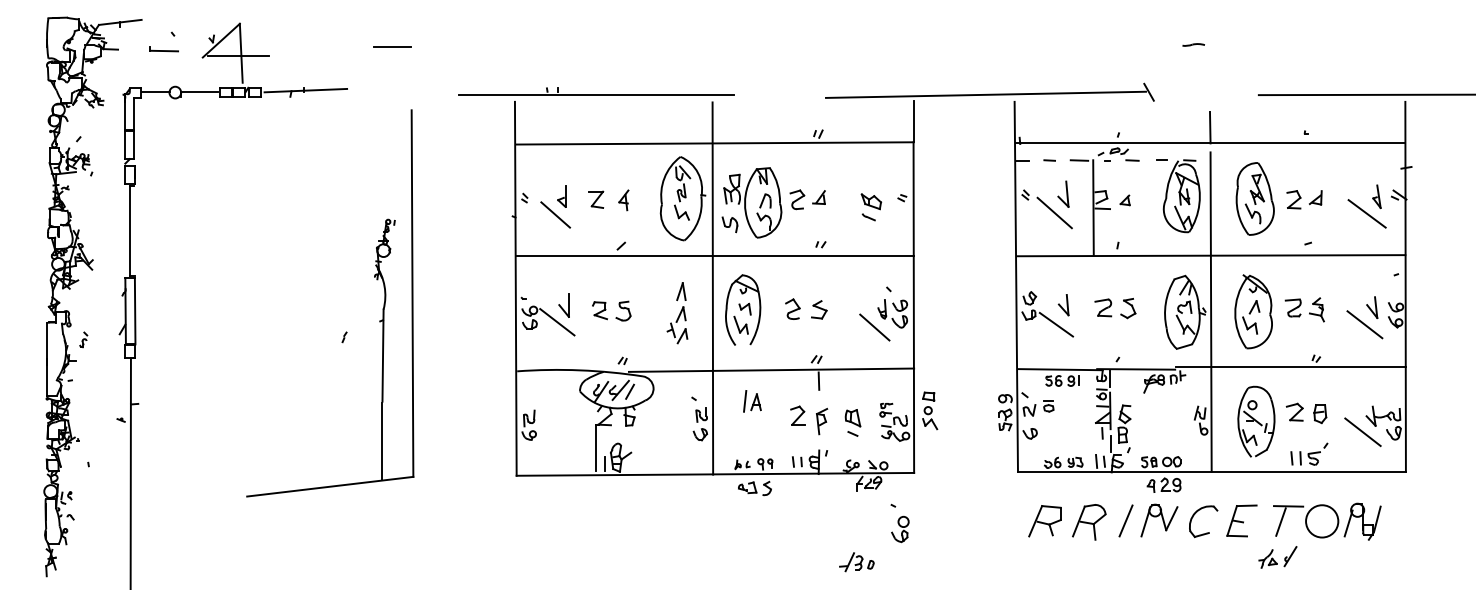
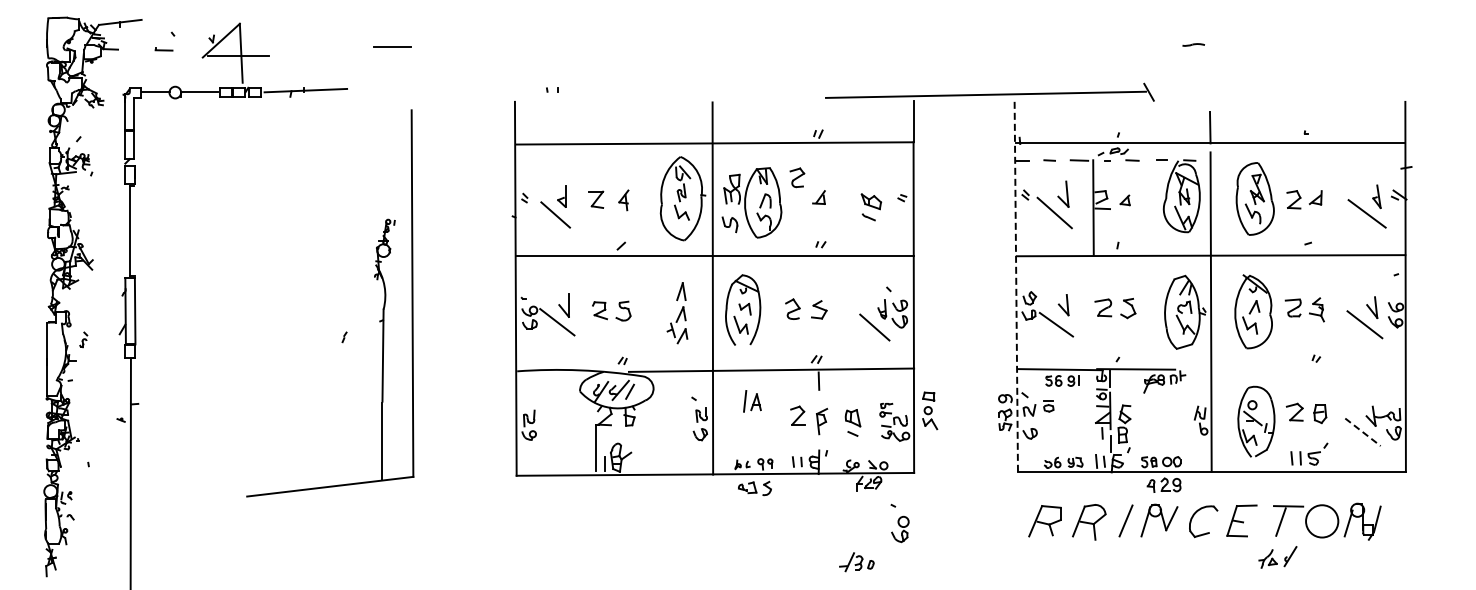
part at (163, 49) size: 30x7 px -> 20x5 px
line at (1365, 94): present -> none
line at (596, 95): present -> none
part at (797, 199) position: (797, 199) -> (797, 177)
line at (1016, 286): solid -> dashed
line at (1291, 367): present -> none
line at (1363, 432): solid -> dashed
